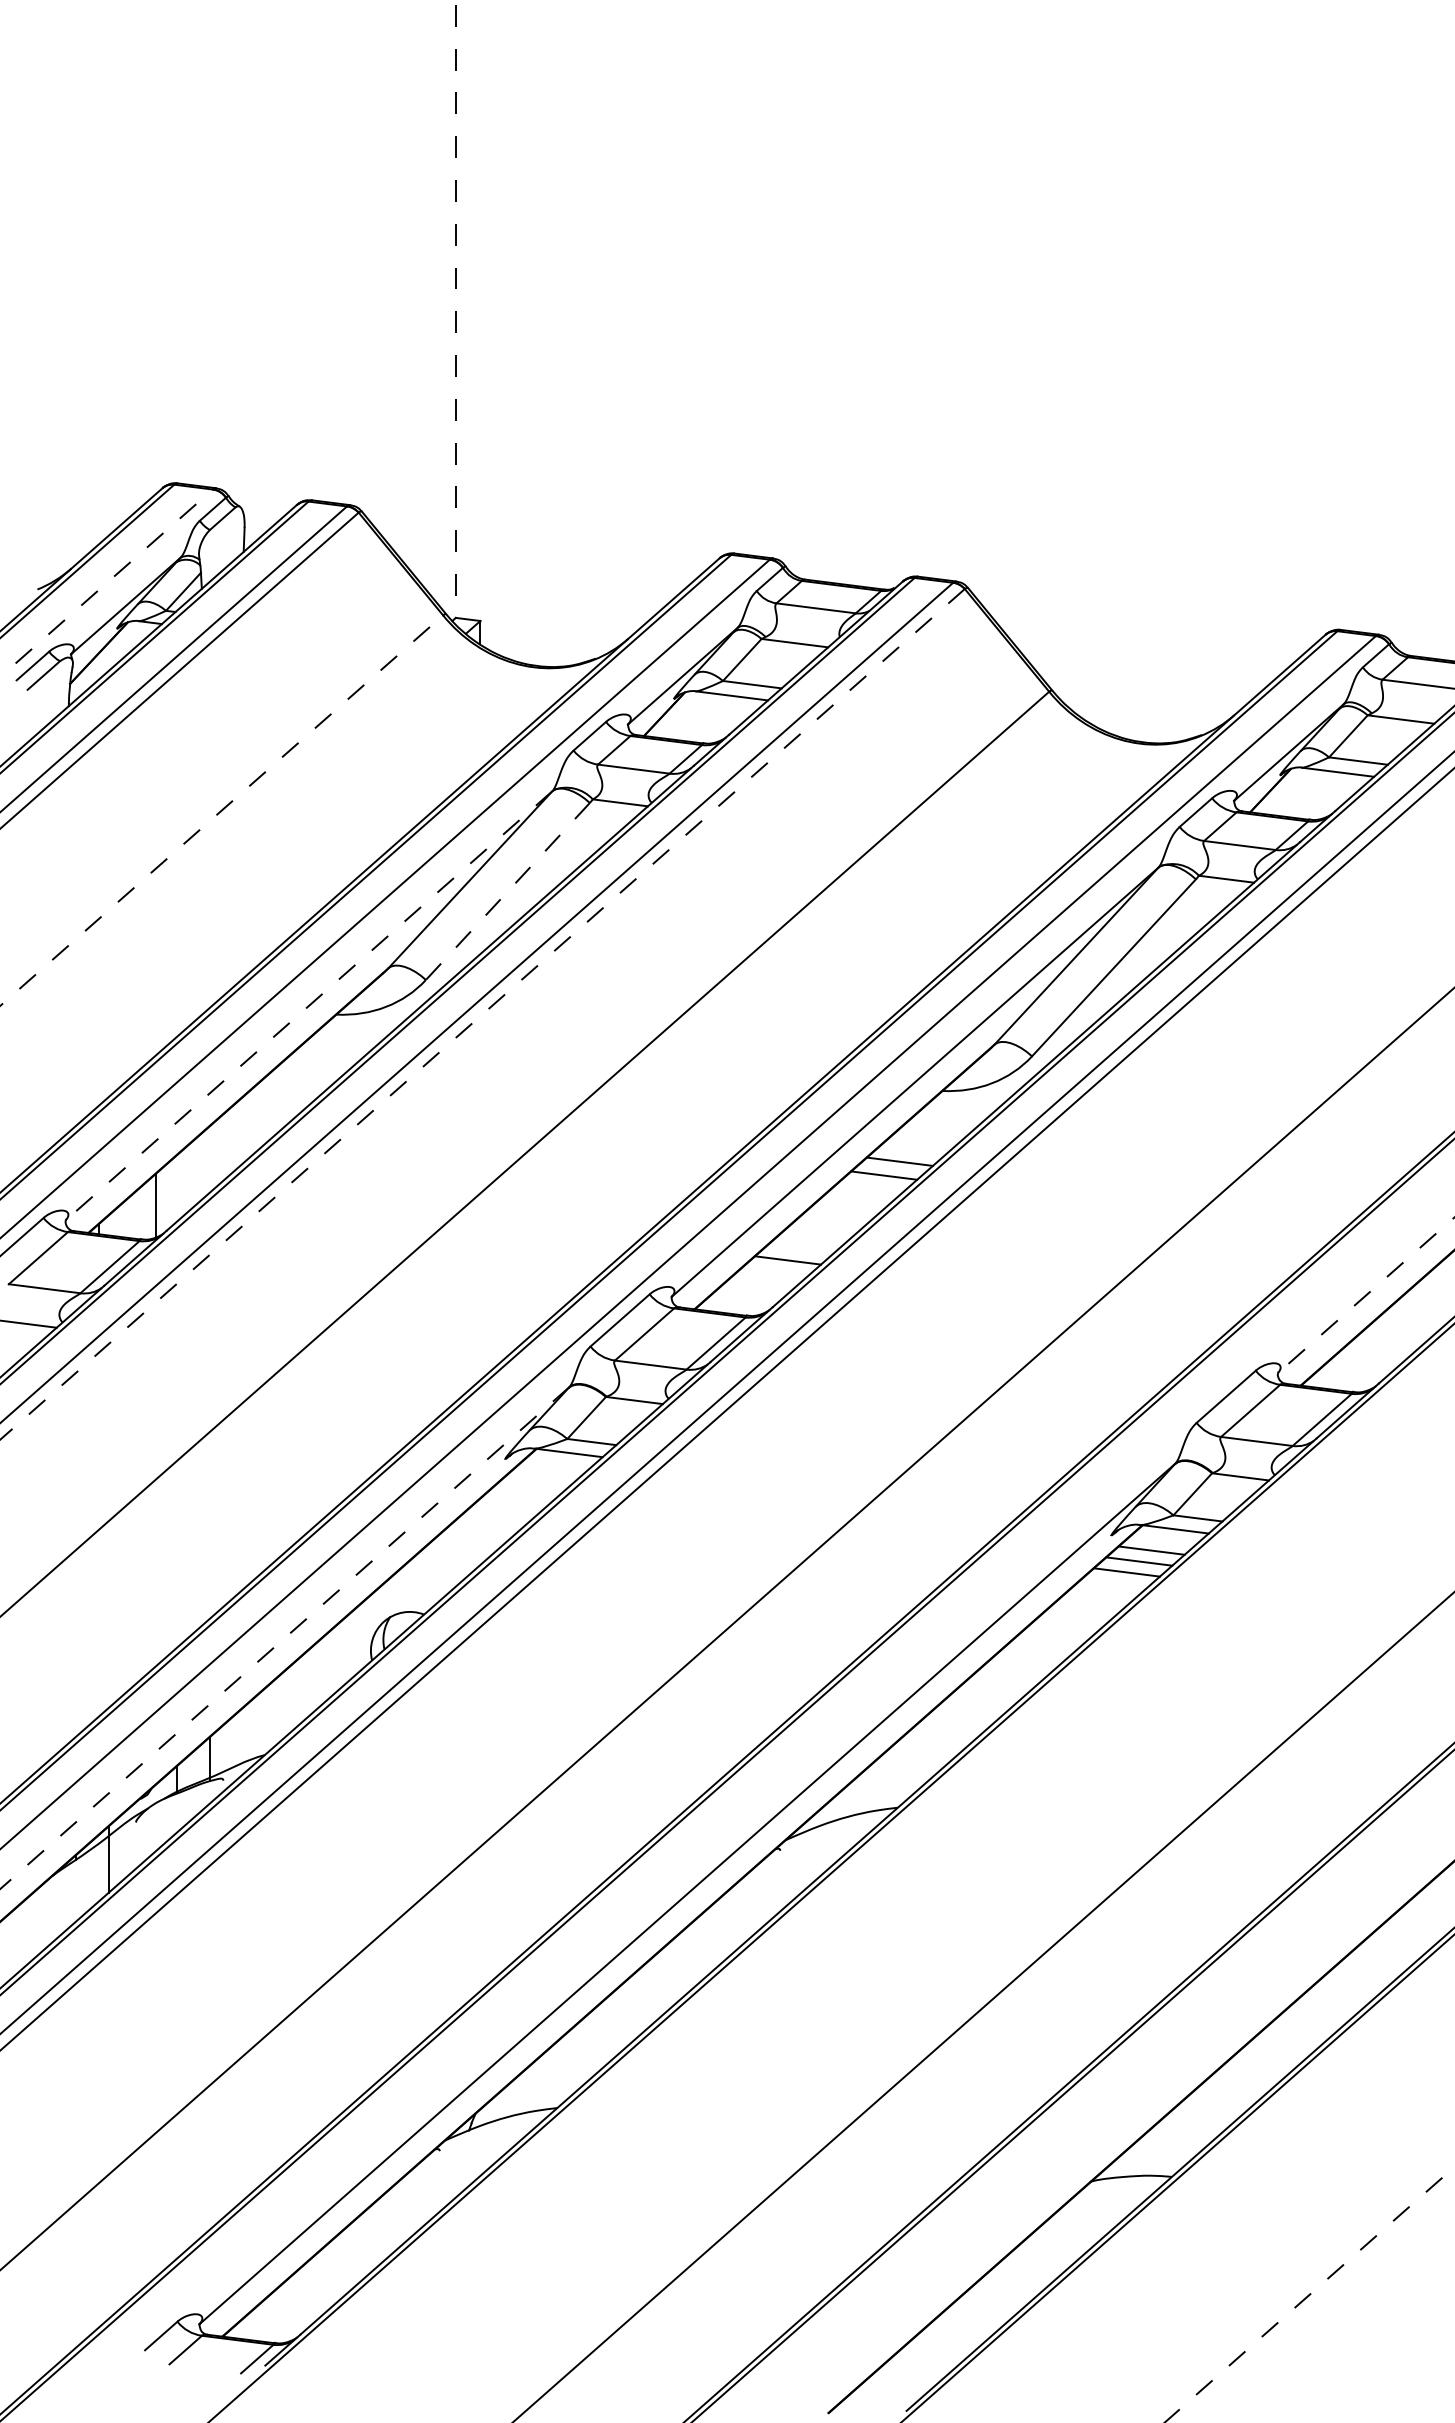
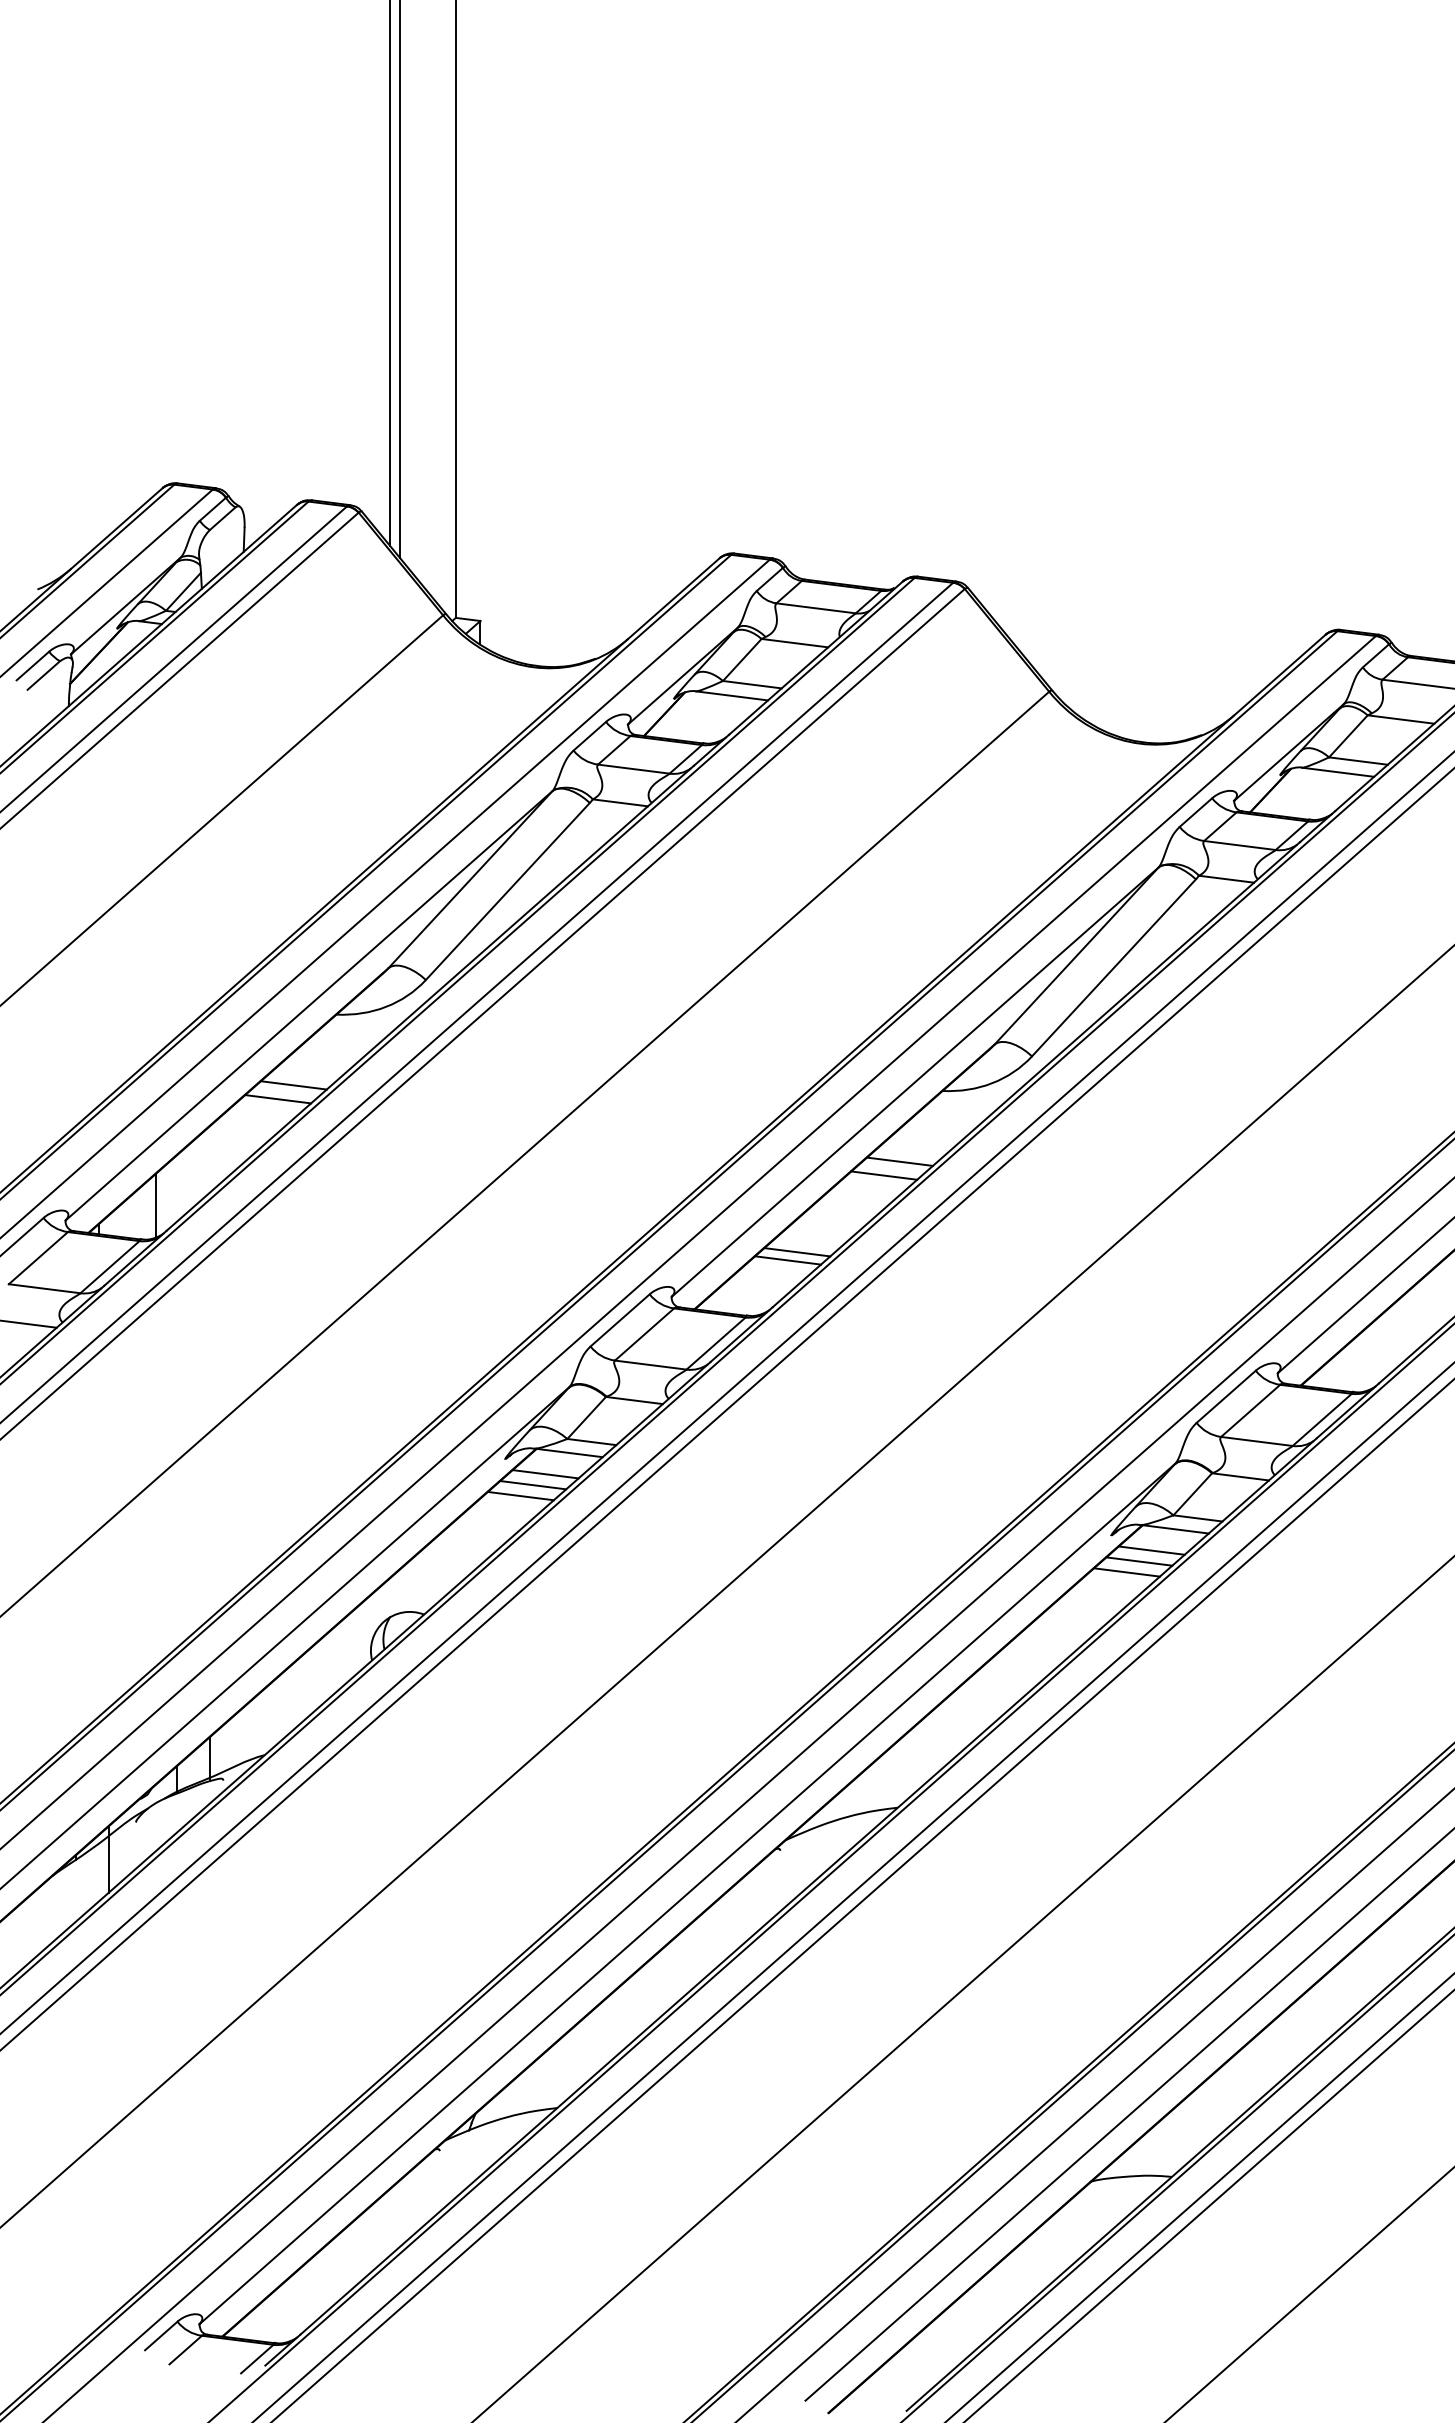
line at (390, 274): none -> present
line at (399, 279): none -> present
line at (455, 309): dashed -> solid
line at (107, 582): dashed -> solid
line at (221, 810): dashed -> solid
line at (507, 891): dashed -> solid
line at (308, 1005): dashed -> solid
line at (482, 1014): dashed -> solid
line at (293, 1085): none -> present
line at (278, 1099): none -> present
line at (797, 1252): none -> present
line at (1366, 1295): dashed -> solid
line at (545, 1474): none -> present
line at (533, 1485): none -> present
line at (520, 1495): none -> present
line at (726, 1629) position: (726, 1629) -> (726, 1586)
line at (284, 1638): dashed -> solid
line at (748, 1799): none -> present
line at (853, 1892): none -> present
line at (862, 1900): none -> present
line at (983, 2006) position: (983, 2006) -> (963, 1988)
line at (1095, 2105): none -> present
line at (1128, 2115): none -> present
line at (1199, 2197): none -> present
line at (1209, 2205): none -> present
line at (1310, 2294): dashed -> solid
